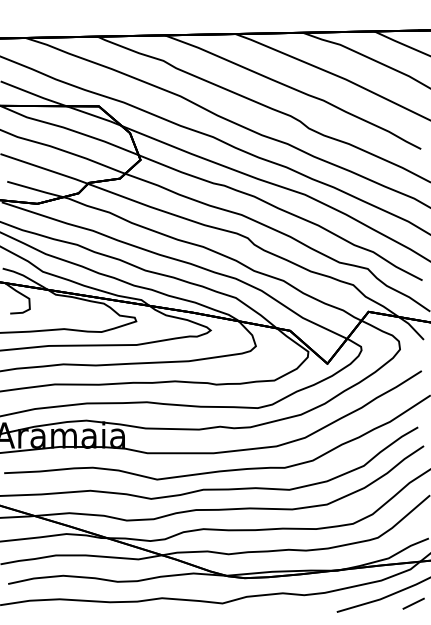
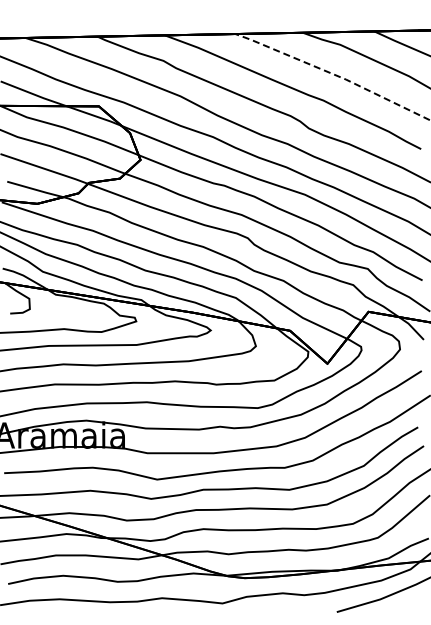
line at (334, 74): solid -> dashed
line at (413, 603): present -> none
